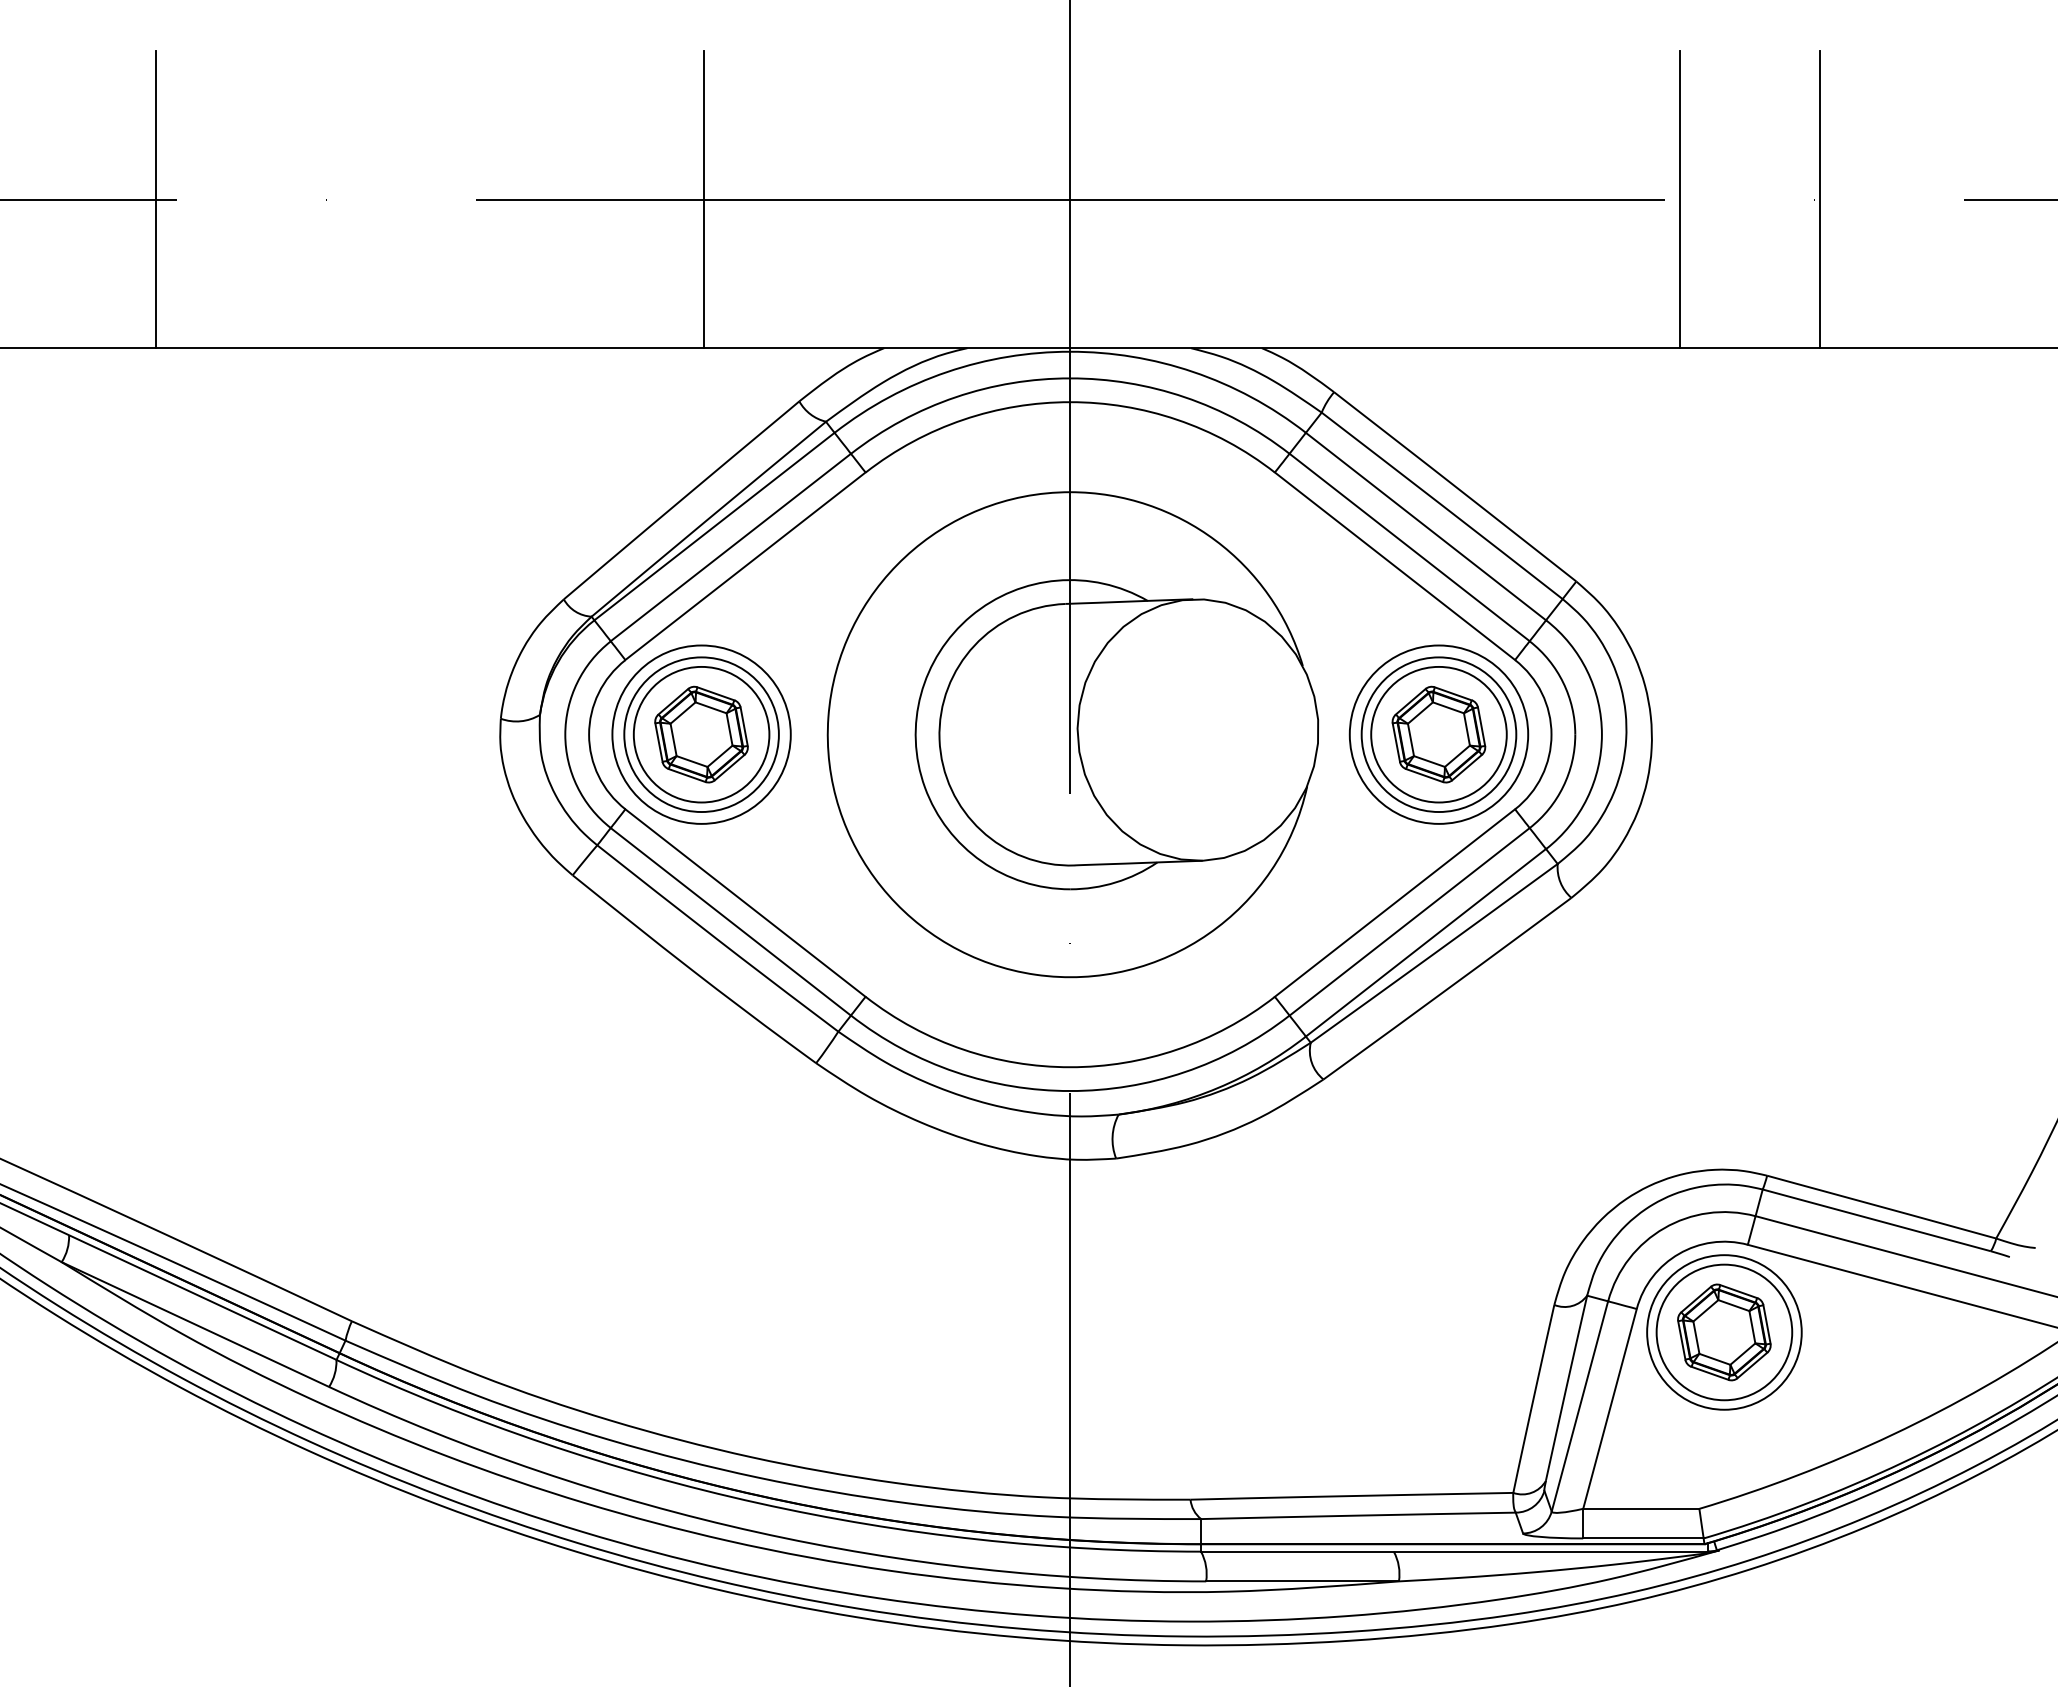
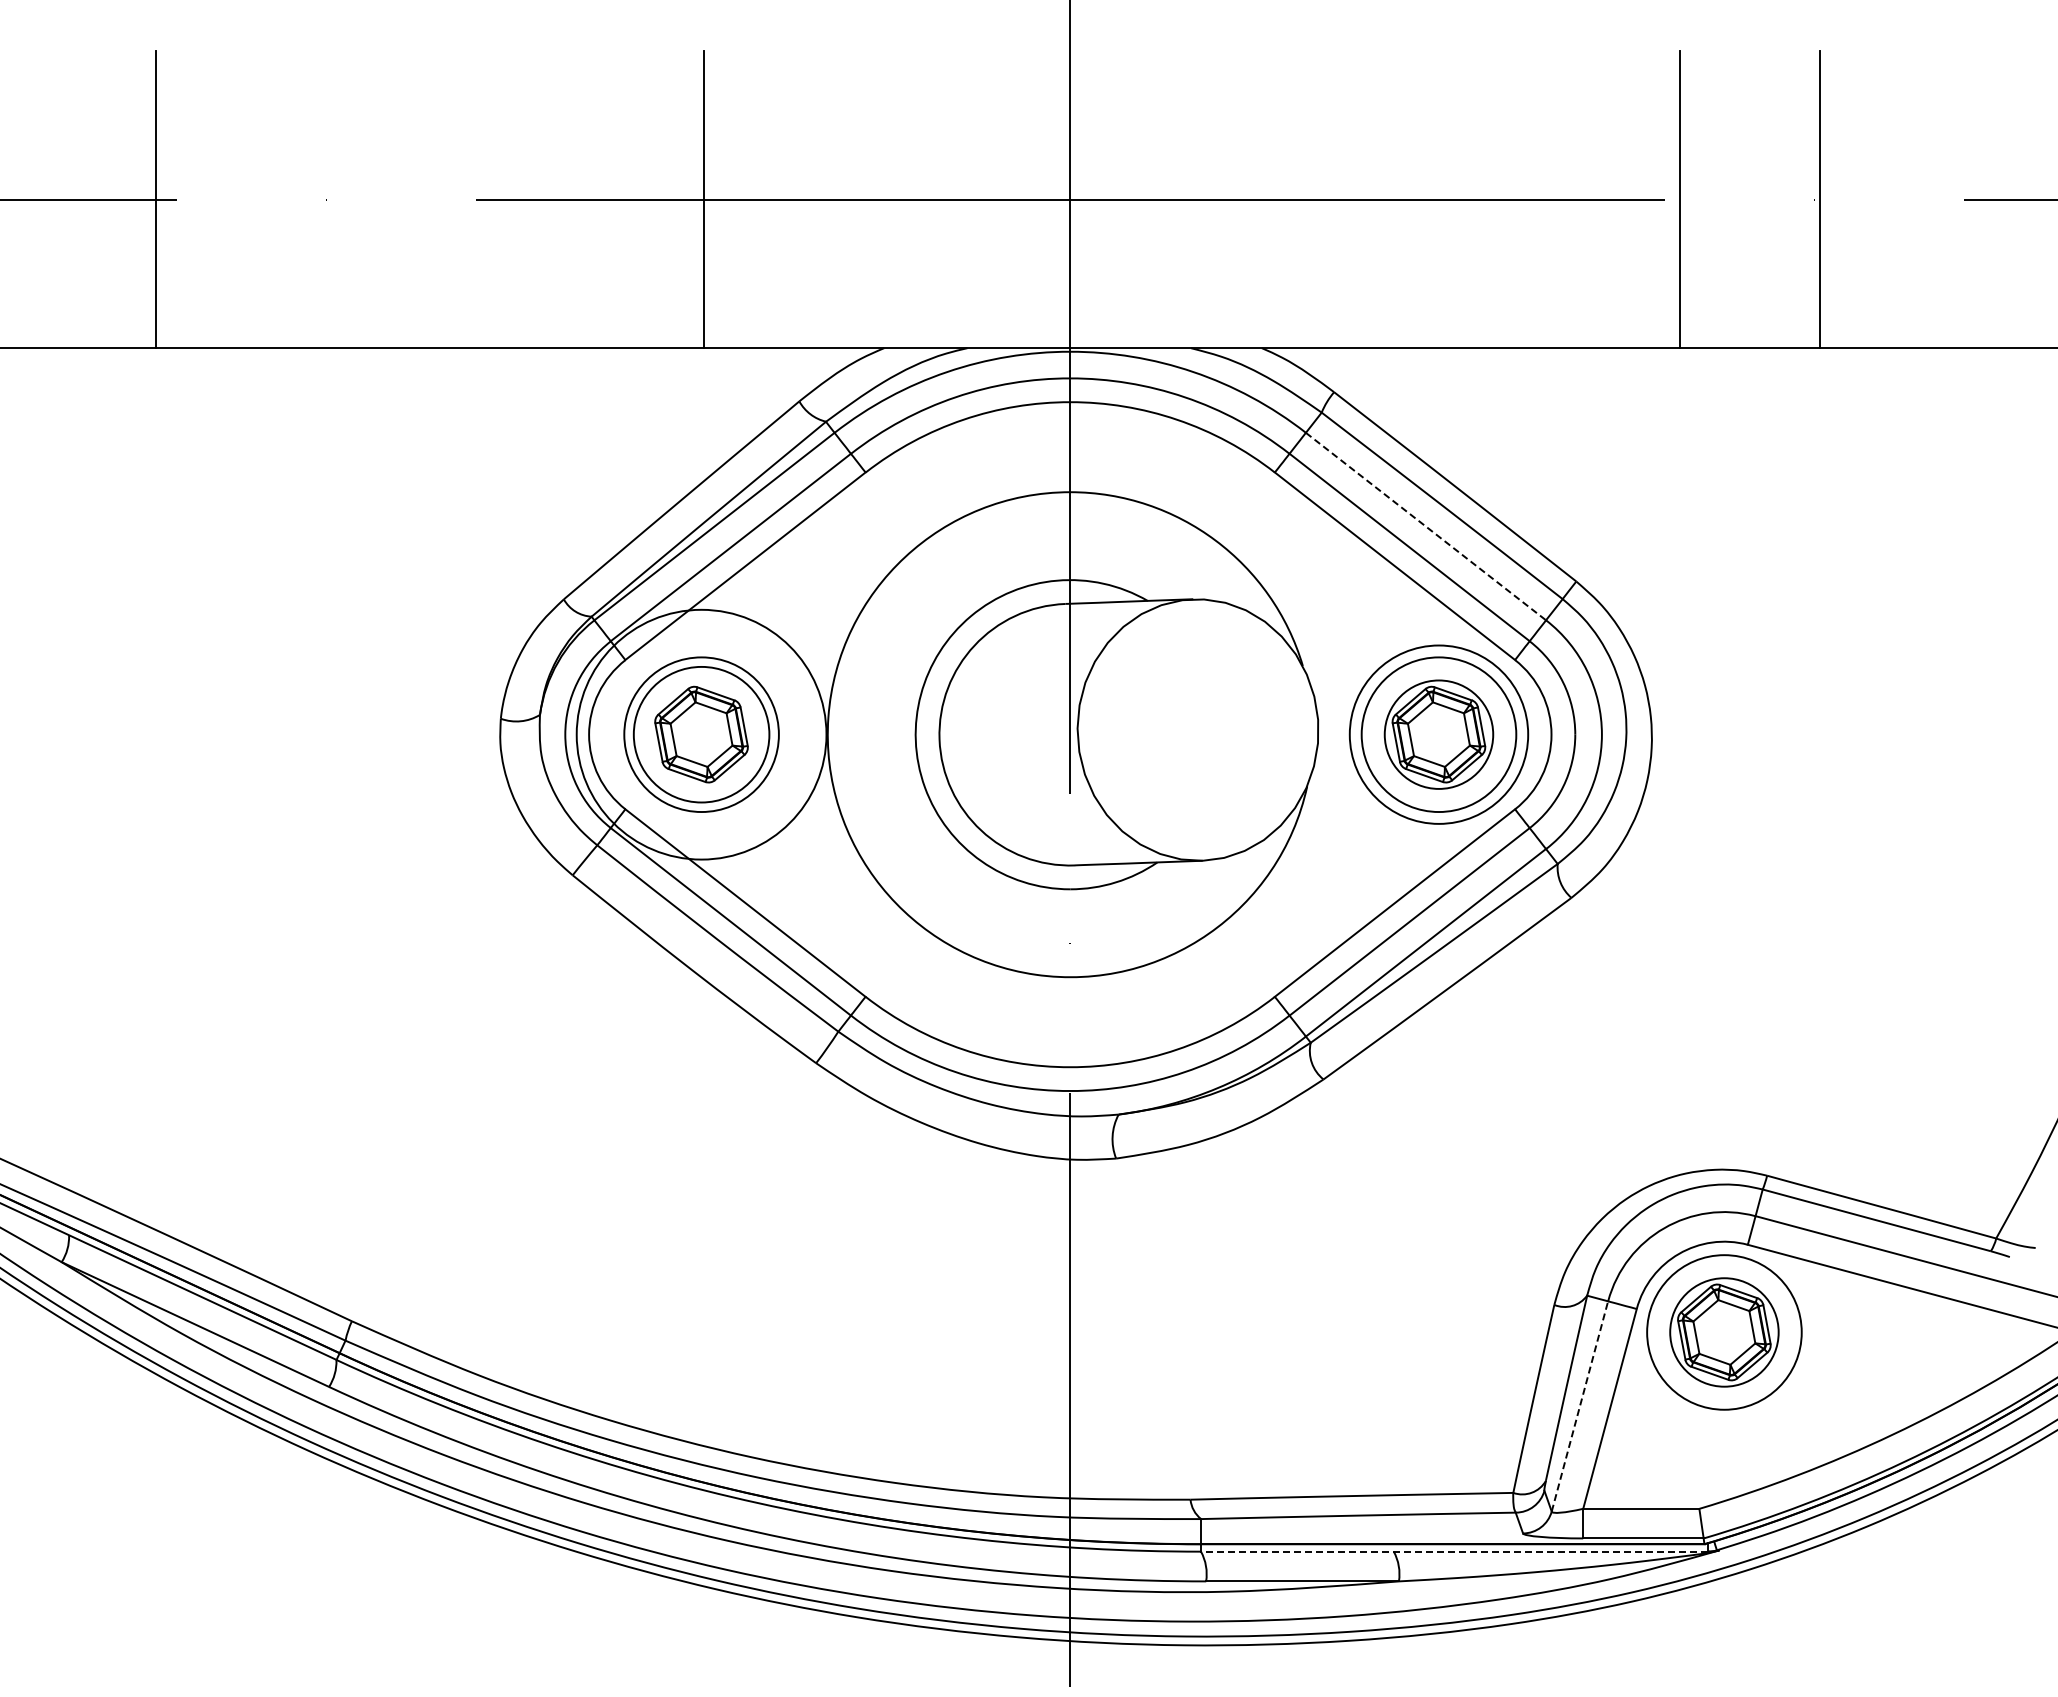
line at (1426, 526): solid -> dashed
circle at (701, 734) diameter: 178 px -> 250 px
circle at (1438, 734) diameter: 136 px -> 108 px
circle at (1724, 1332) diameter: 136 px -> 108 px
line at (1579, 1406): solid -> dashed
line at (1454, 1551): solid -> dashed
